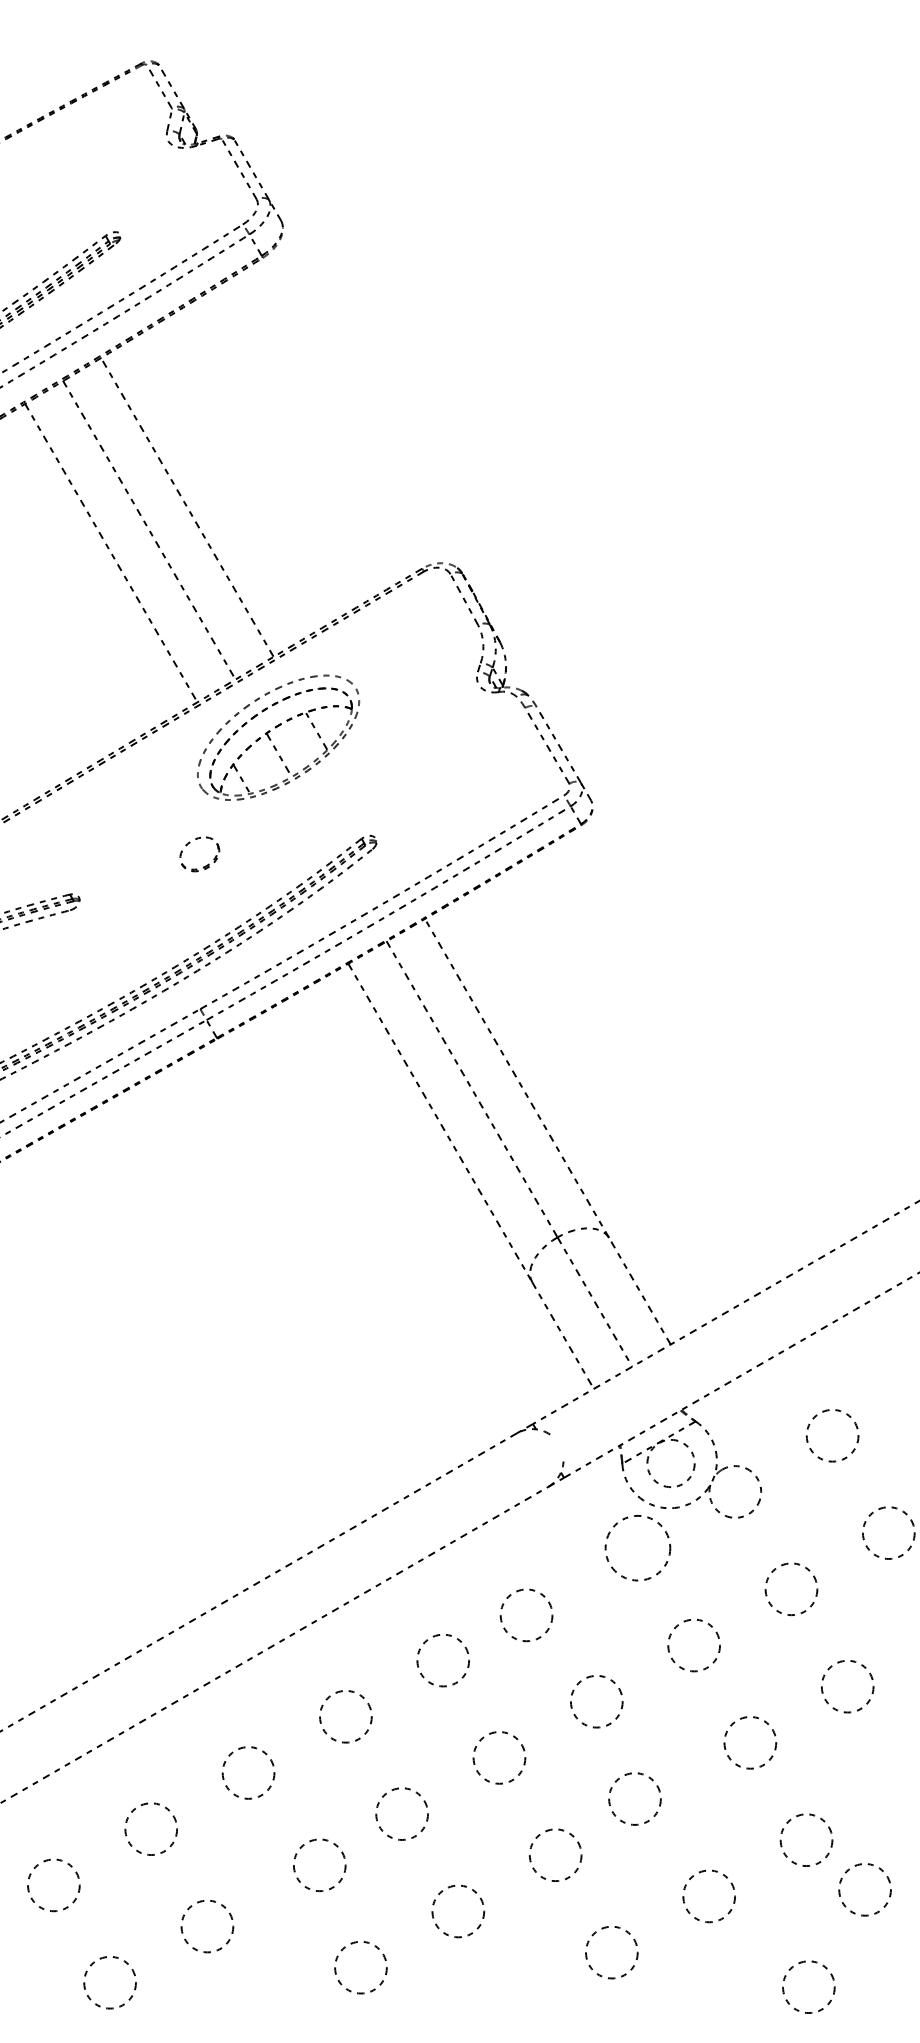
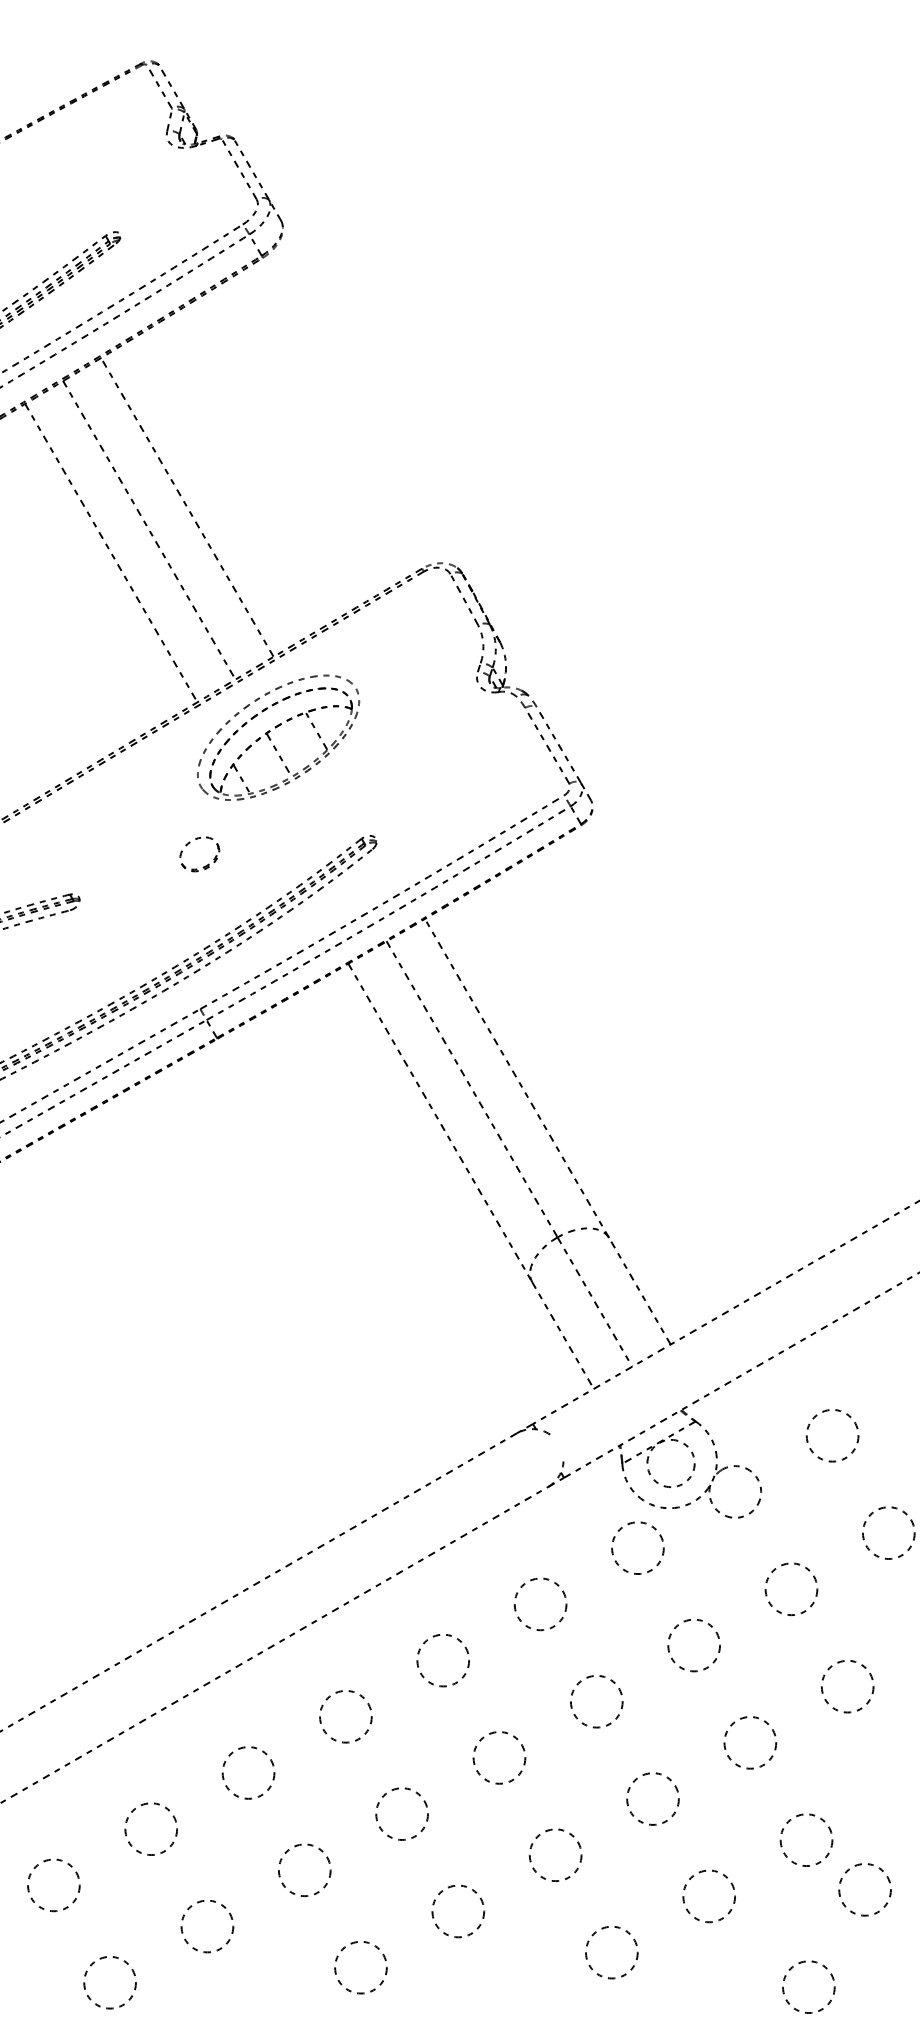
circle at (637, 1548) size: 68x67 px -> 54x54 px
circle at (526, 1615) position: (526, 1615) -> (540, 1604)
circle at (634, 1798) position: (634, 1798) -> (652, 1798)
circle at (319, 1865) position: (319, 1865) -> (304, 1870)
